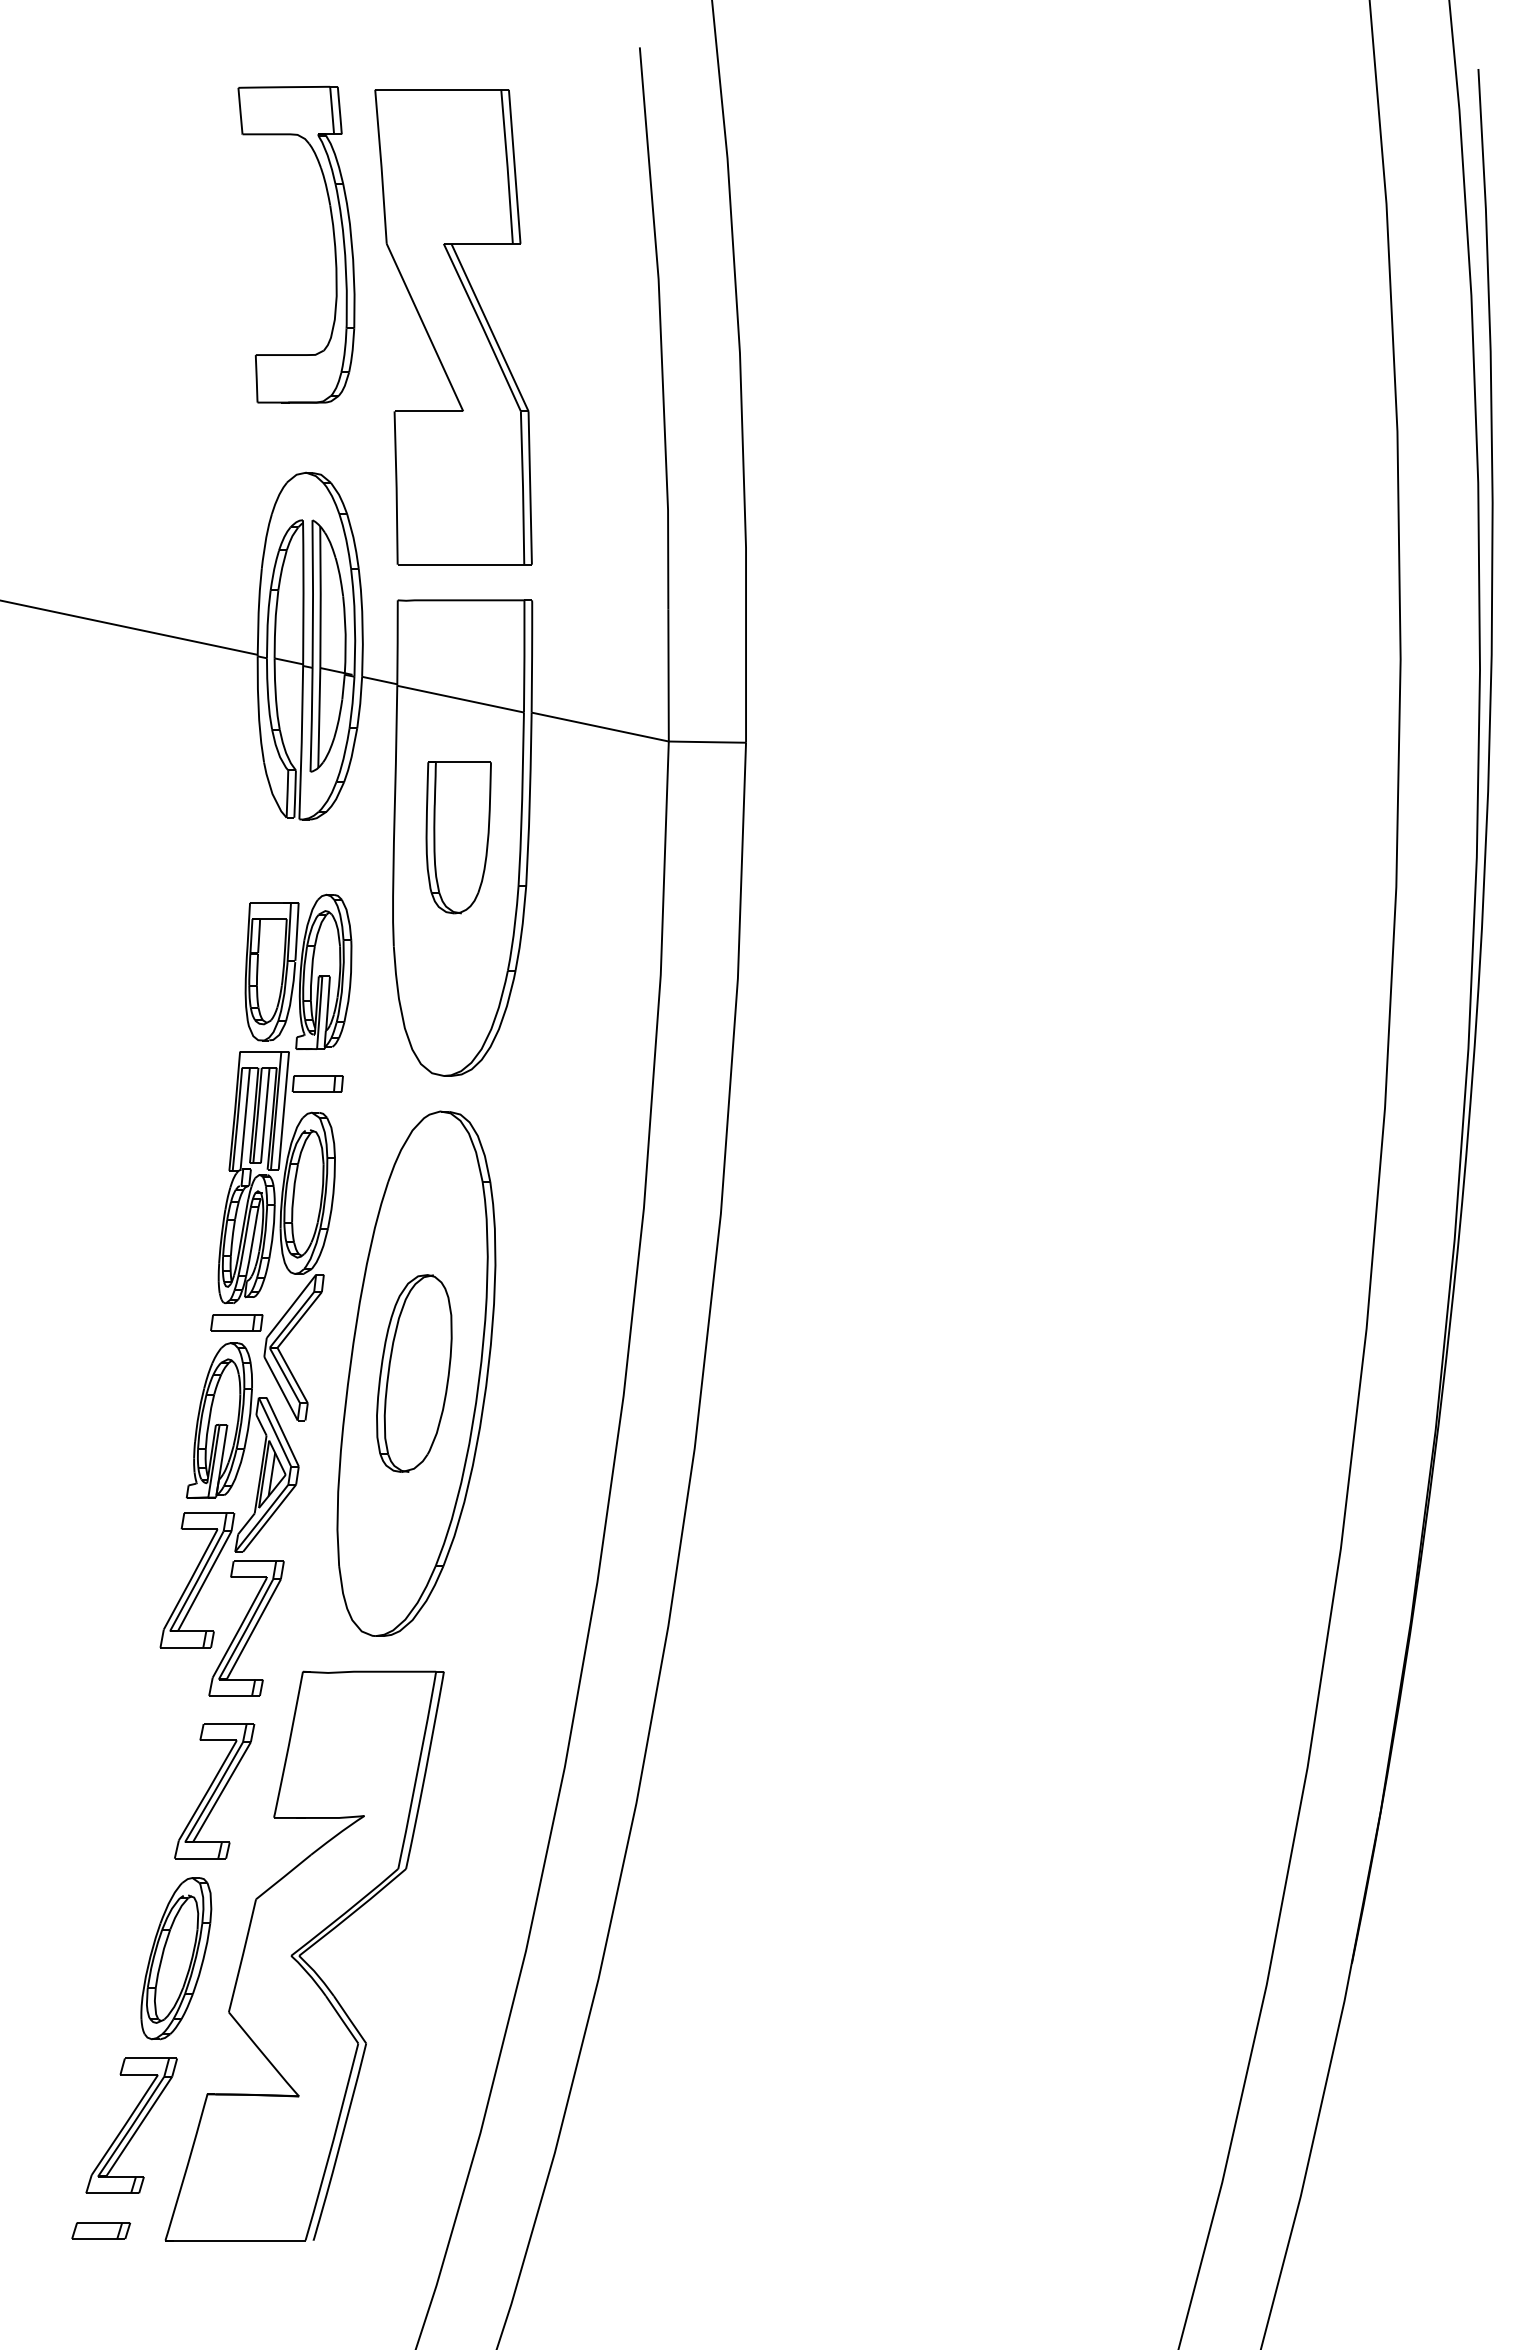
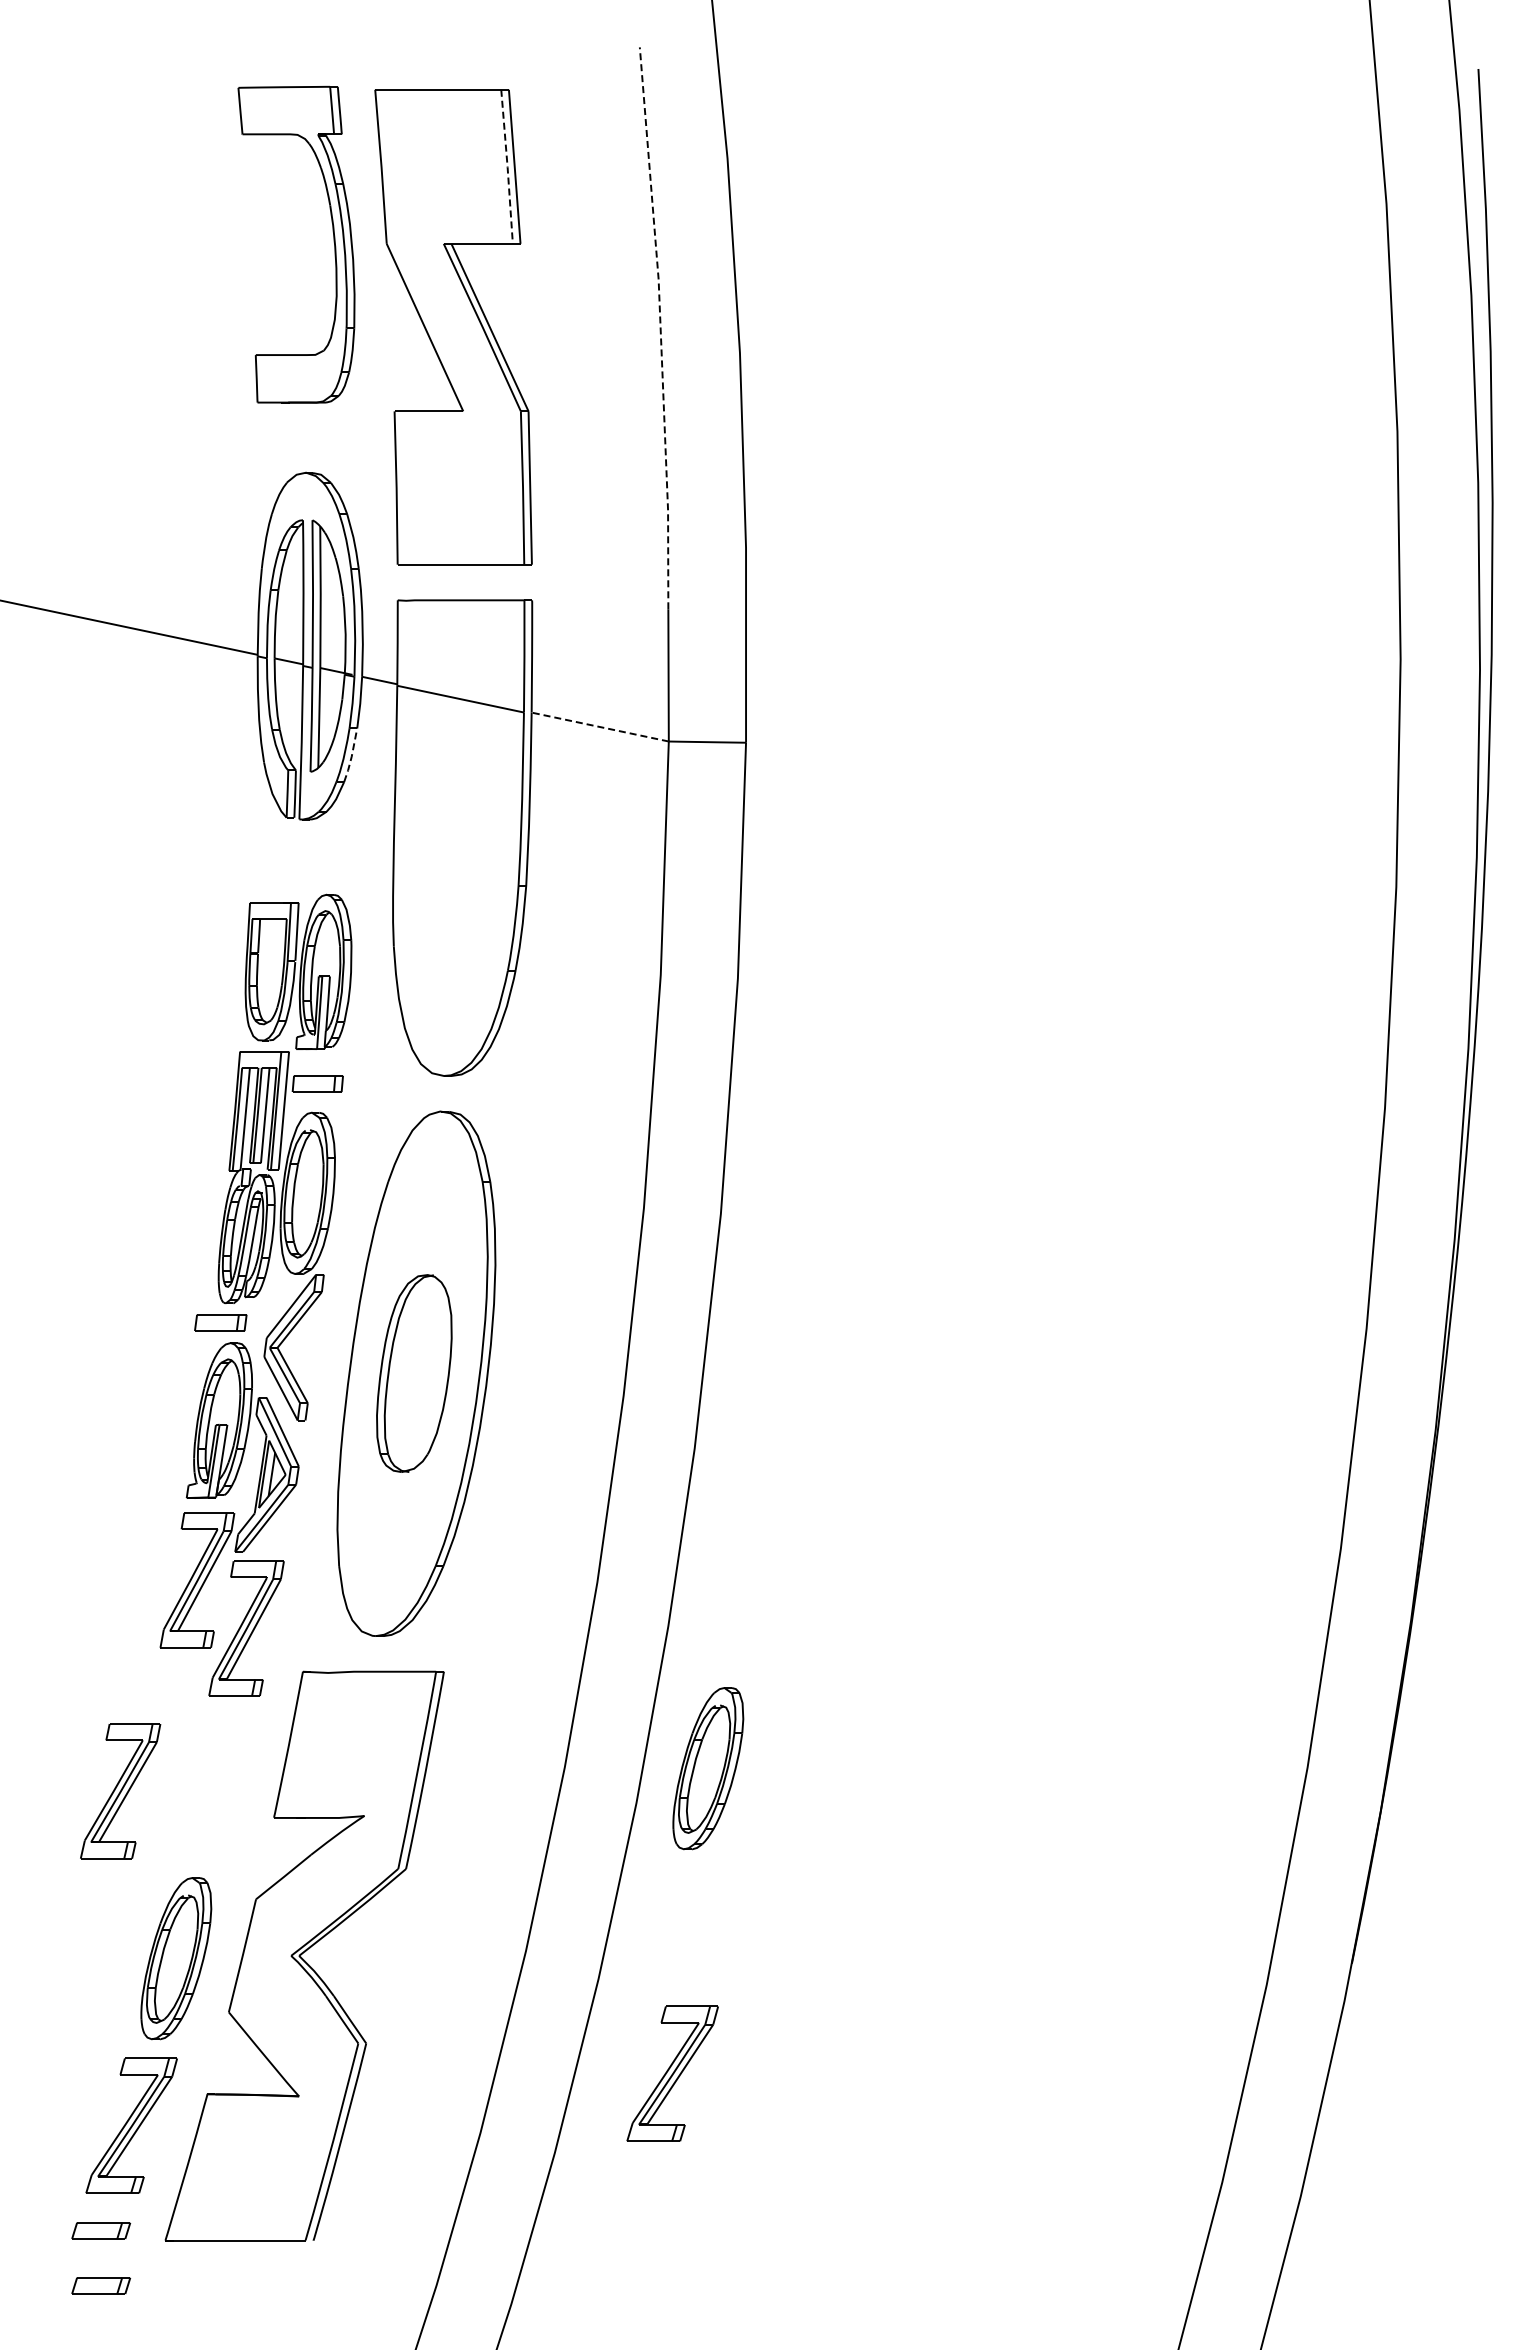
line at (507, 167): solid -> dashed
line at (660, 328): solid -> dashed
line at (599, 726): solid -> dashed
line at (351, 755): solid -> dashed
part at (458, 837): present -> none
part at (236, 1322) position: (236, 1322) -> (220, 1322)
part at (708, 1768): none -> present
part at (214, 1791) position: (214, 1791) -> (120, 1791)
part at (672, 2073): none -> present
part at (101, 2285): none -> present
